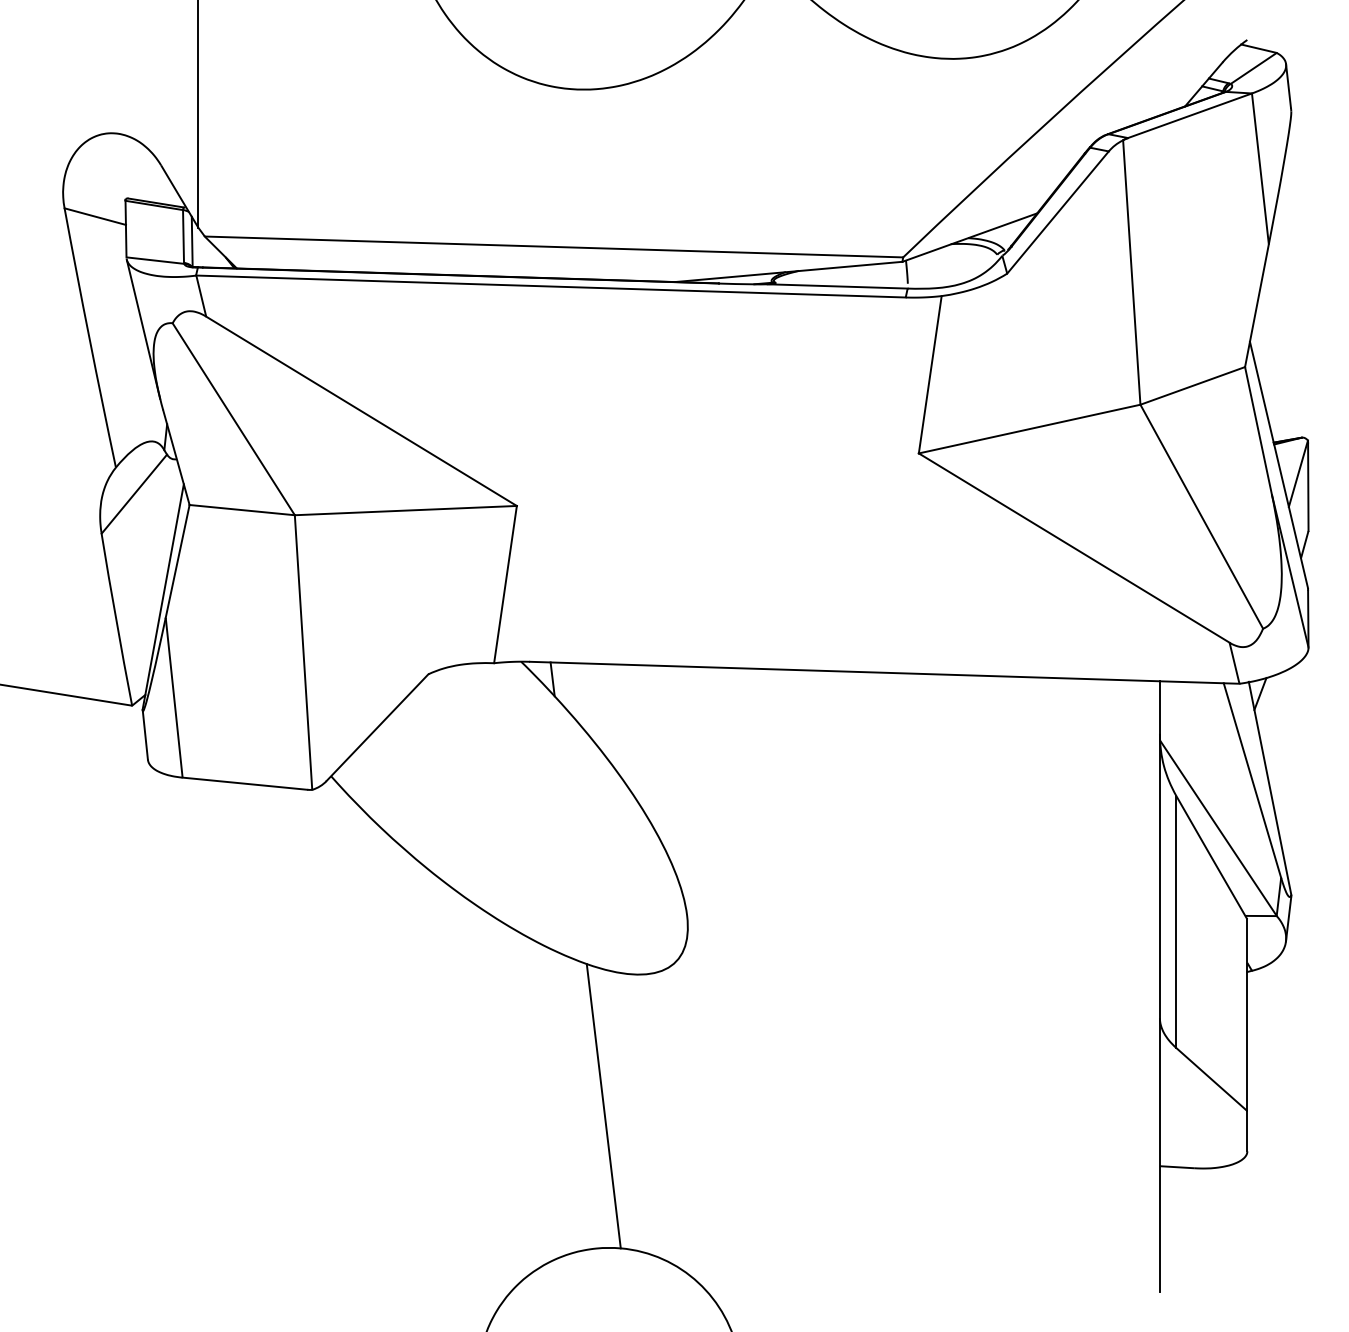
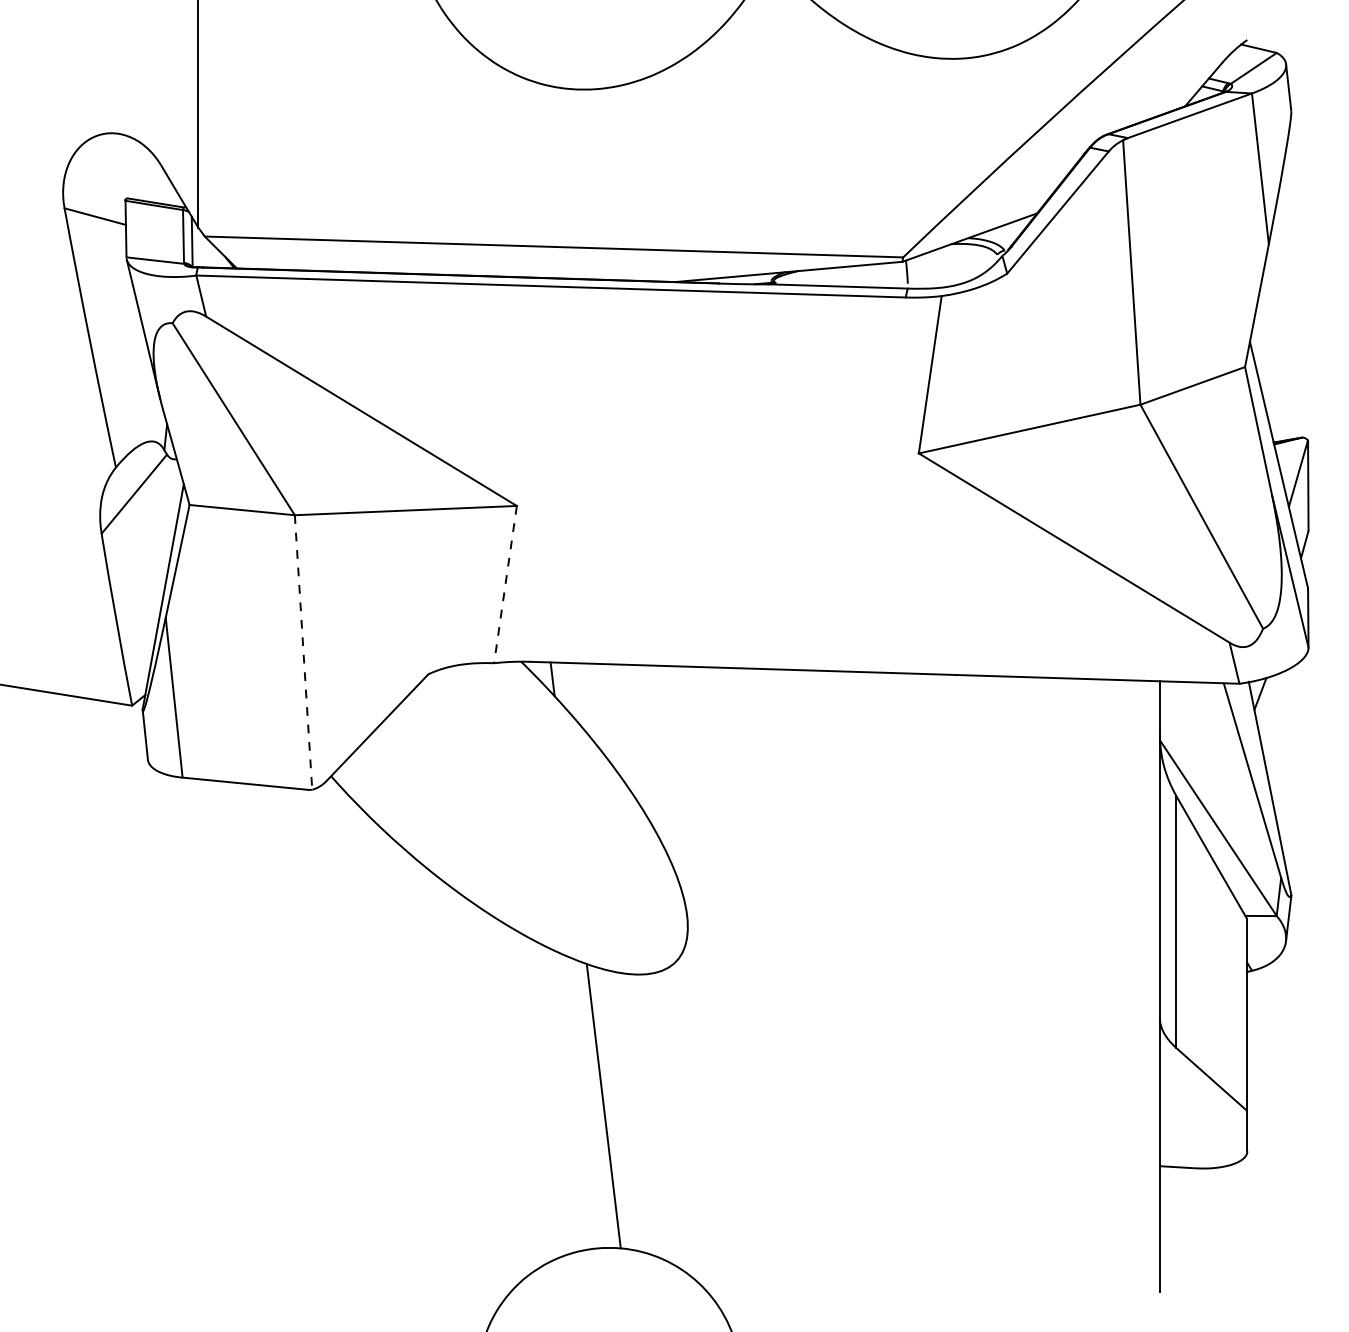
line at (505, 585): solid -> dashed
line at (303, 652): solid -> dashed
